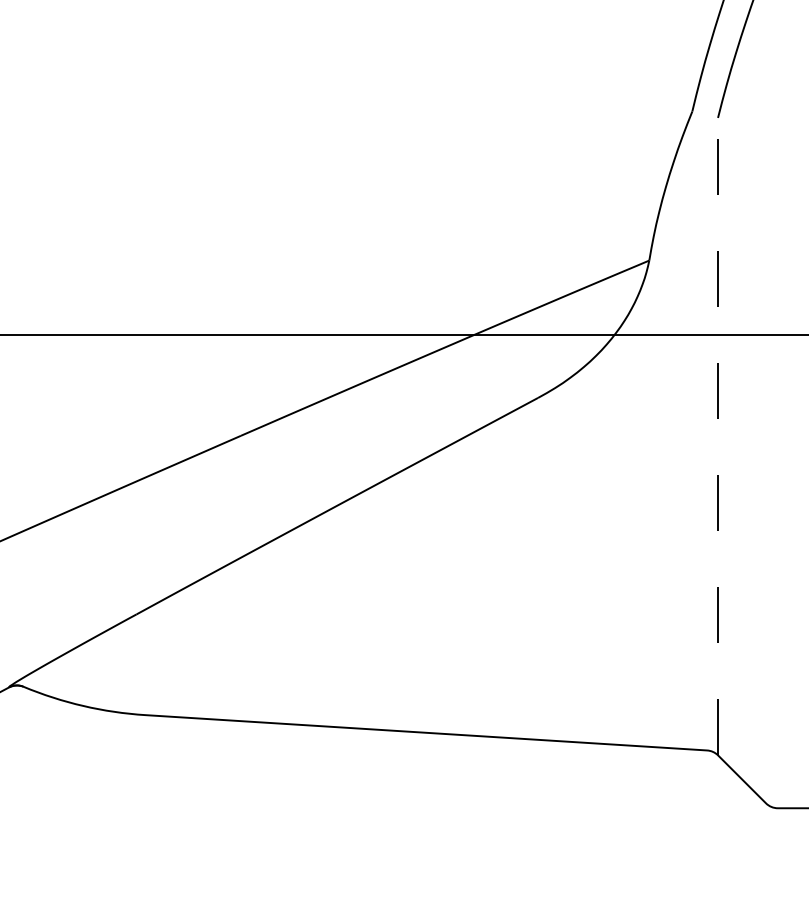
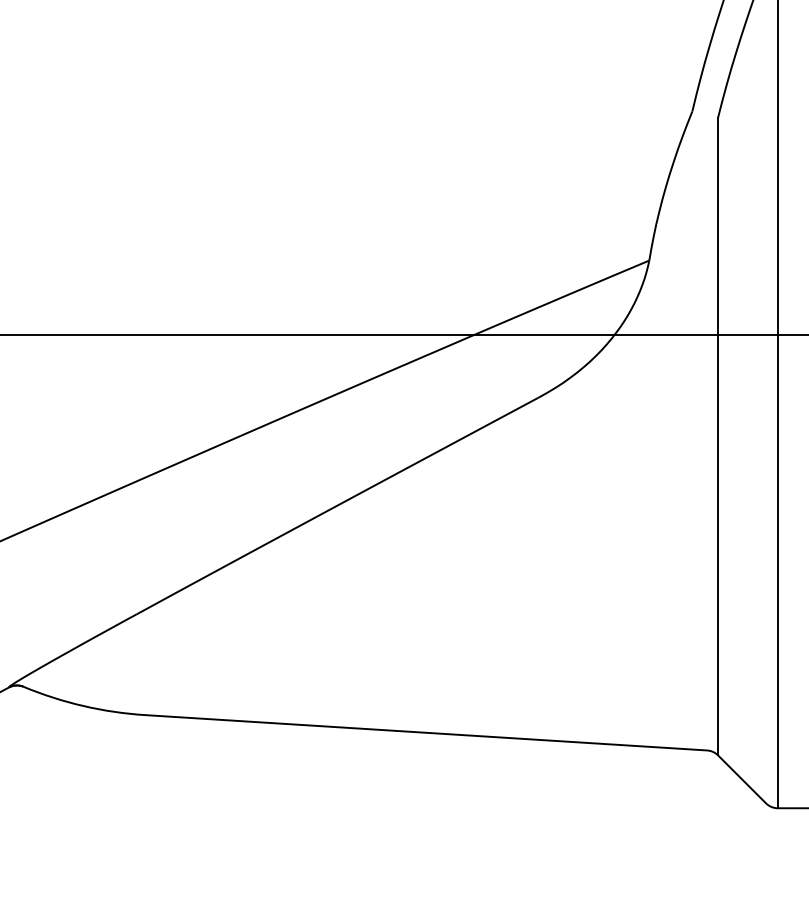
line at (777, 405): none -> present
line at (718, 436): dashed -> solid
